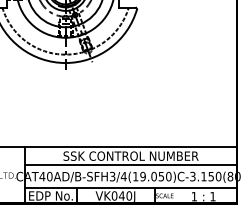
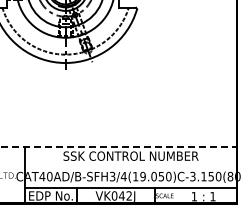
line at (118, 147): solid -> dashed
line at (130, 164): present -> none
text at (129, 195): VK040J -> VK042J
